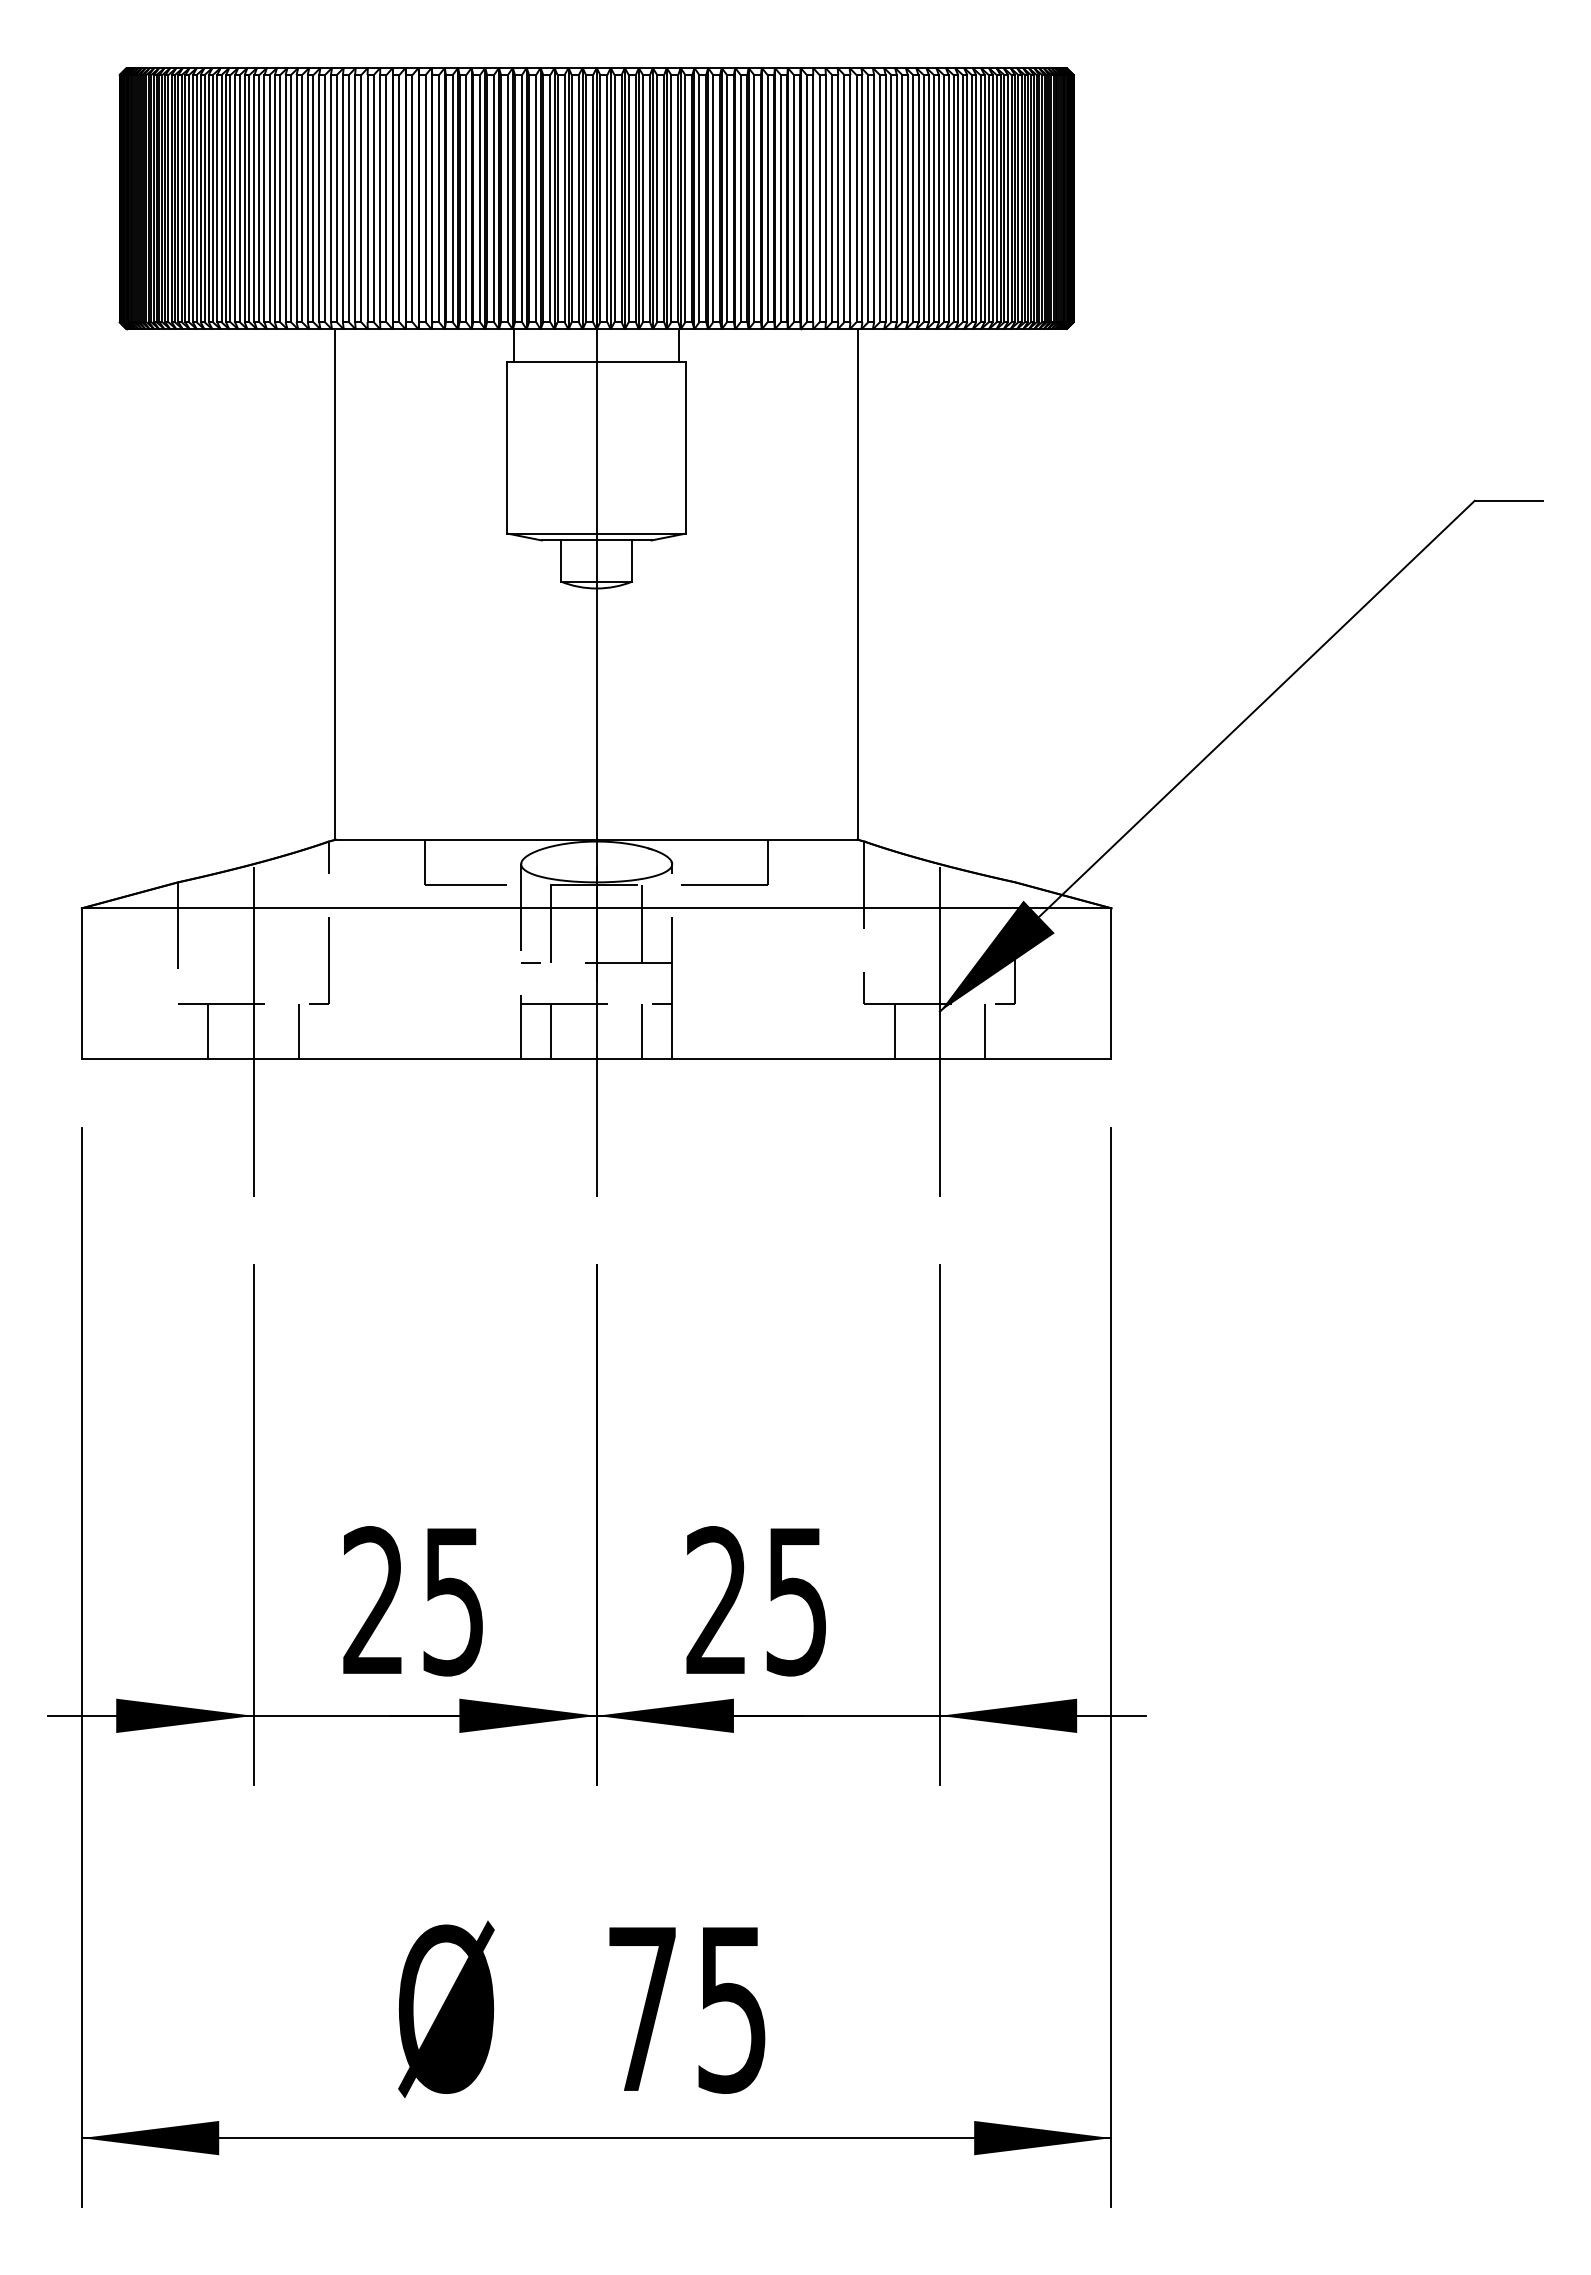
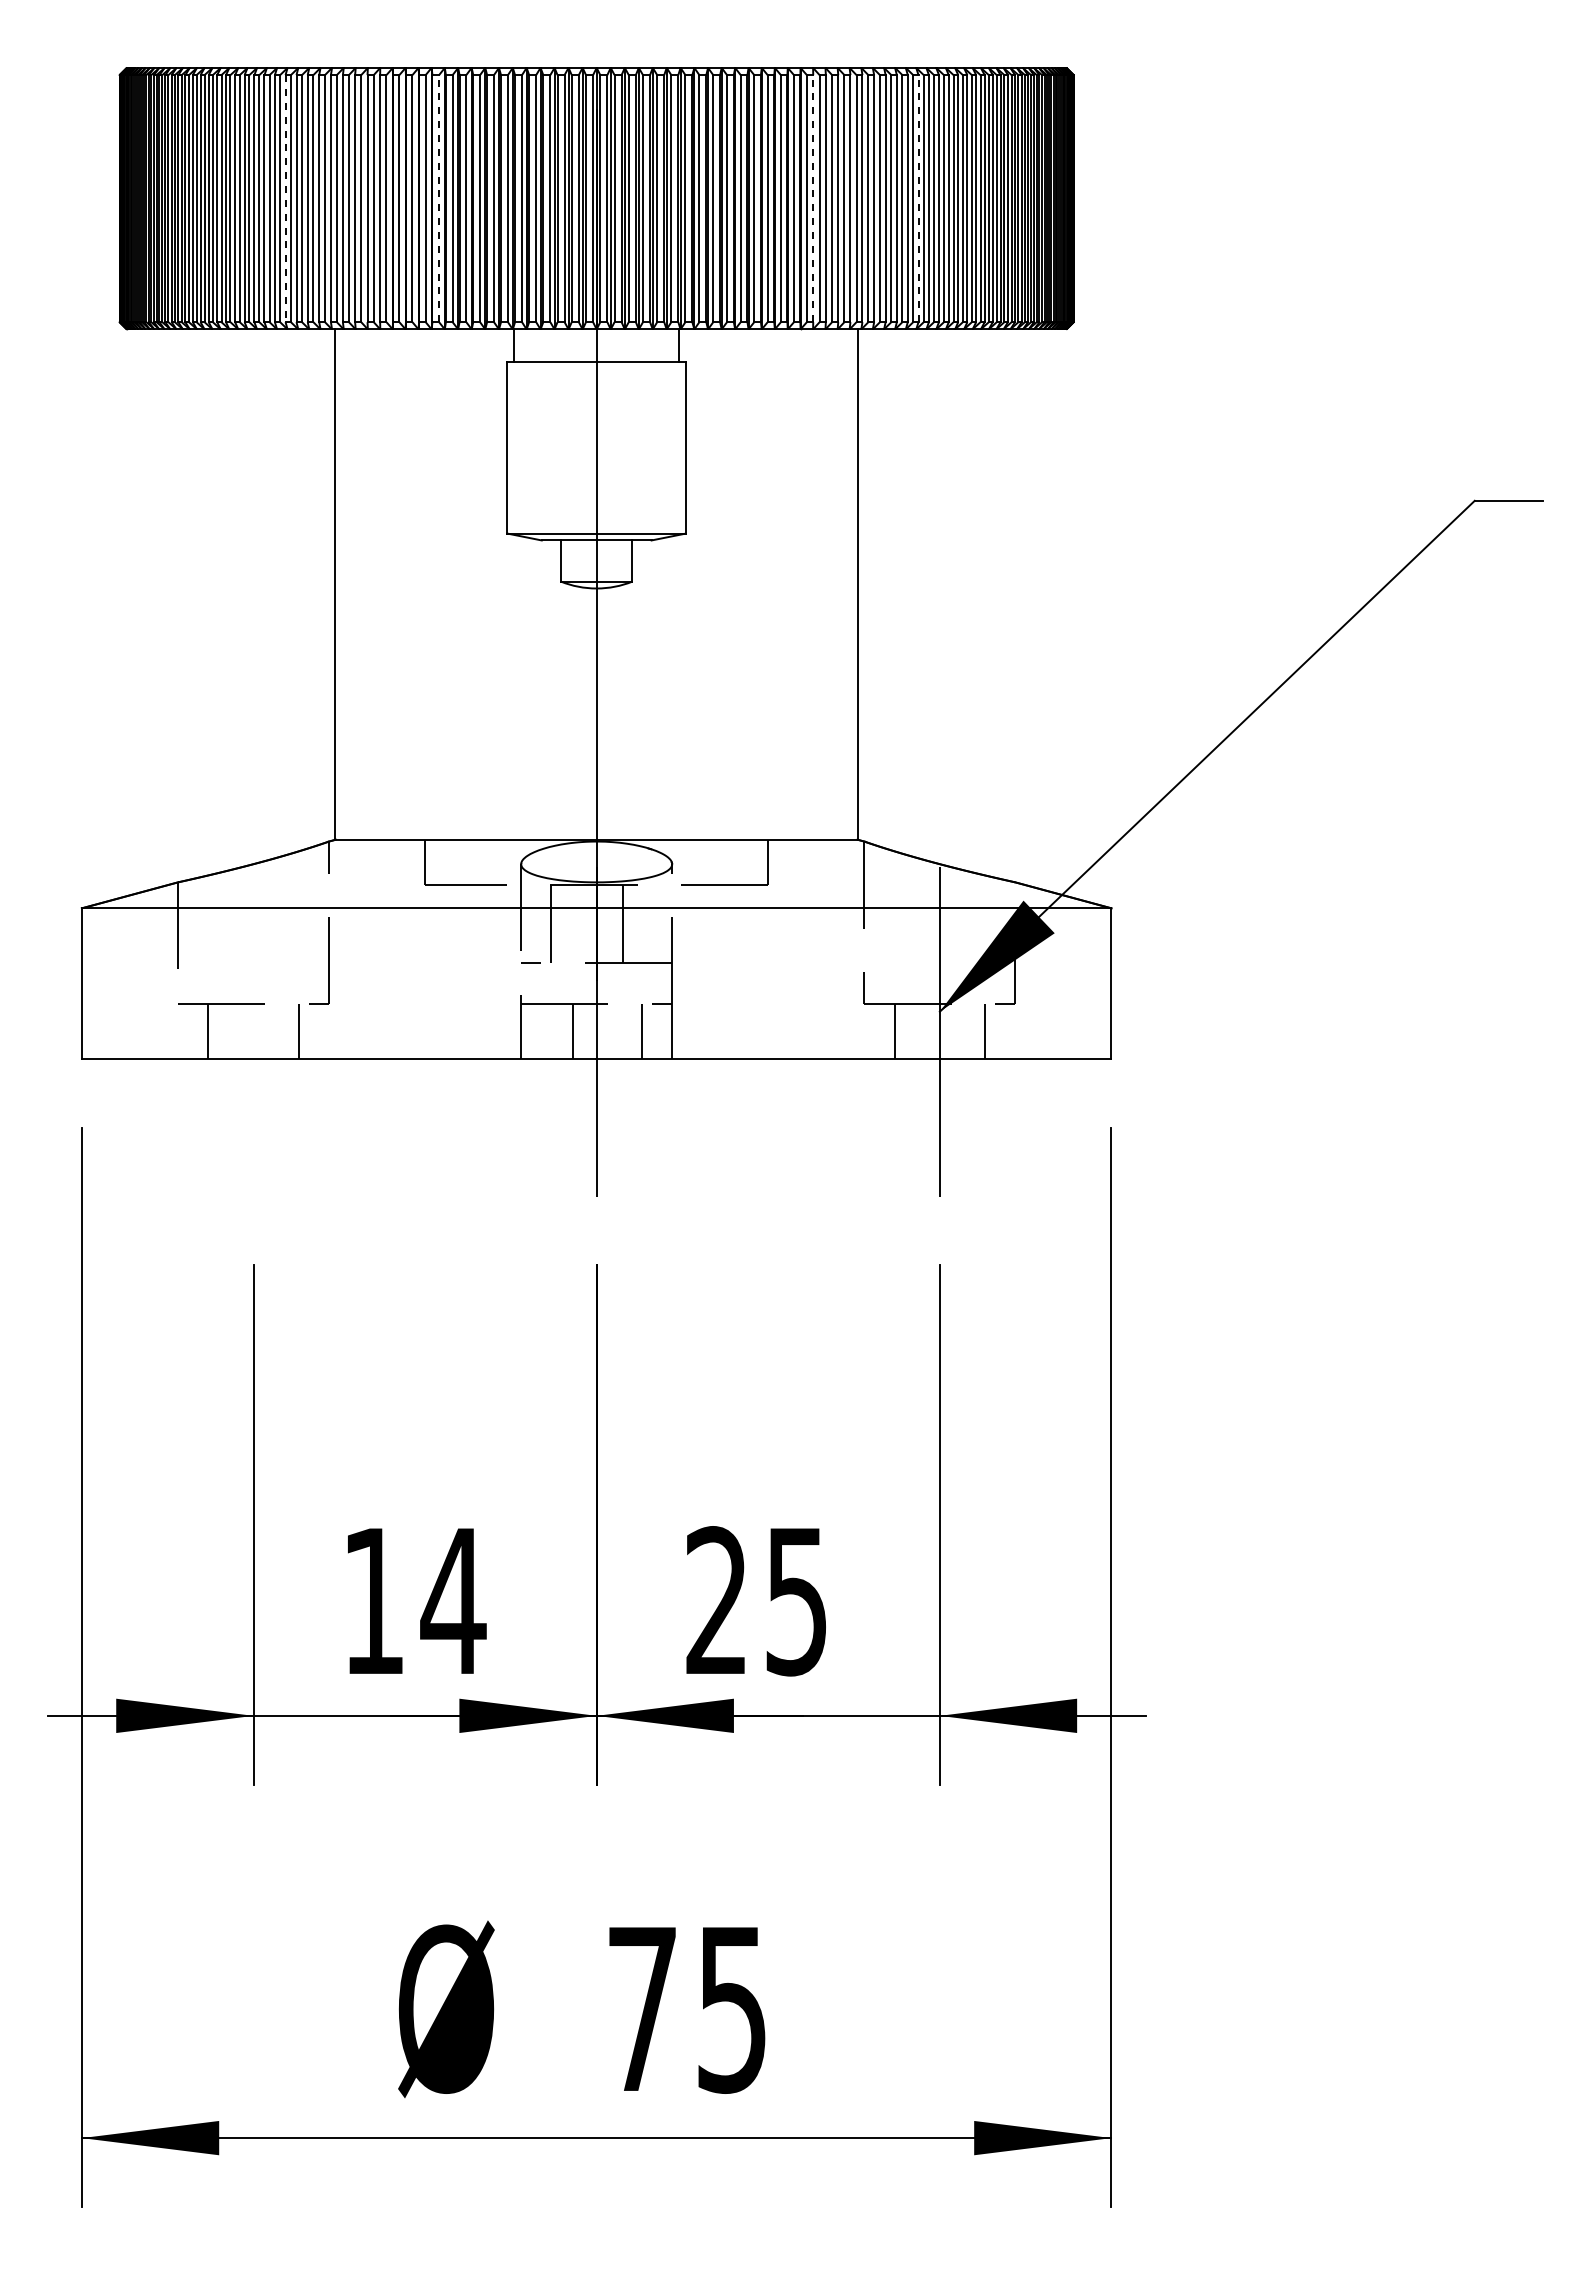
line at (285, 198): solid -> dashed
line at (439, 198): solid -> dashed
line at (813, 198): solid -> dashed
line at (918, 198): solid -> dashed
line at (641, 924) position: (641, 924) -> (622, 924)
line at (253, 1031): present -> none
line at (551, 1031) position: (551, 1031) -> (573, 1031)
text at (414, 1601): 25 -> 14
